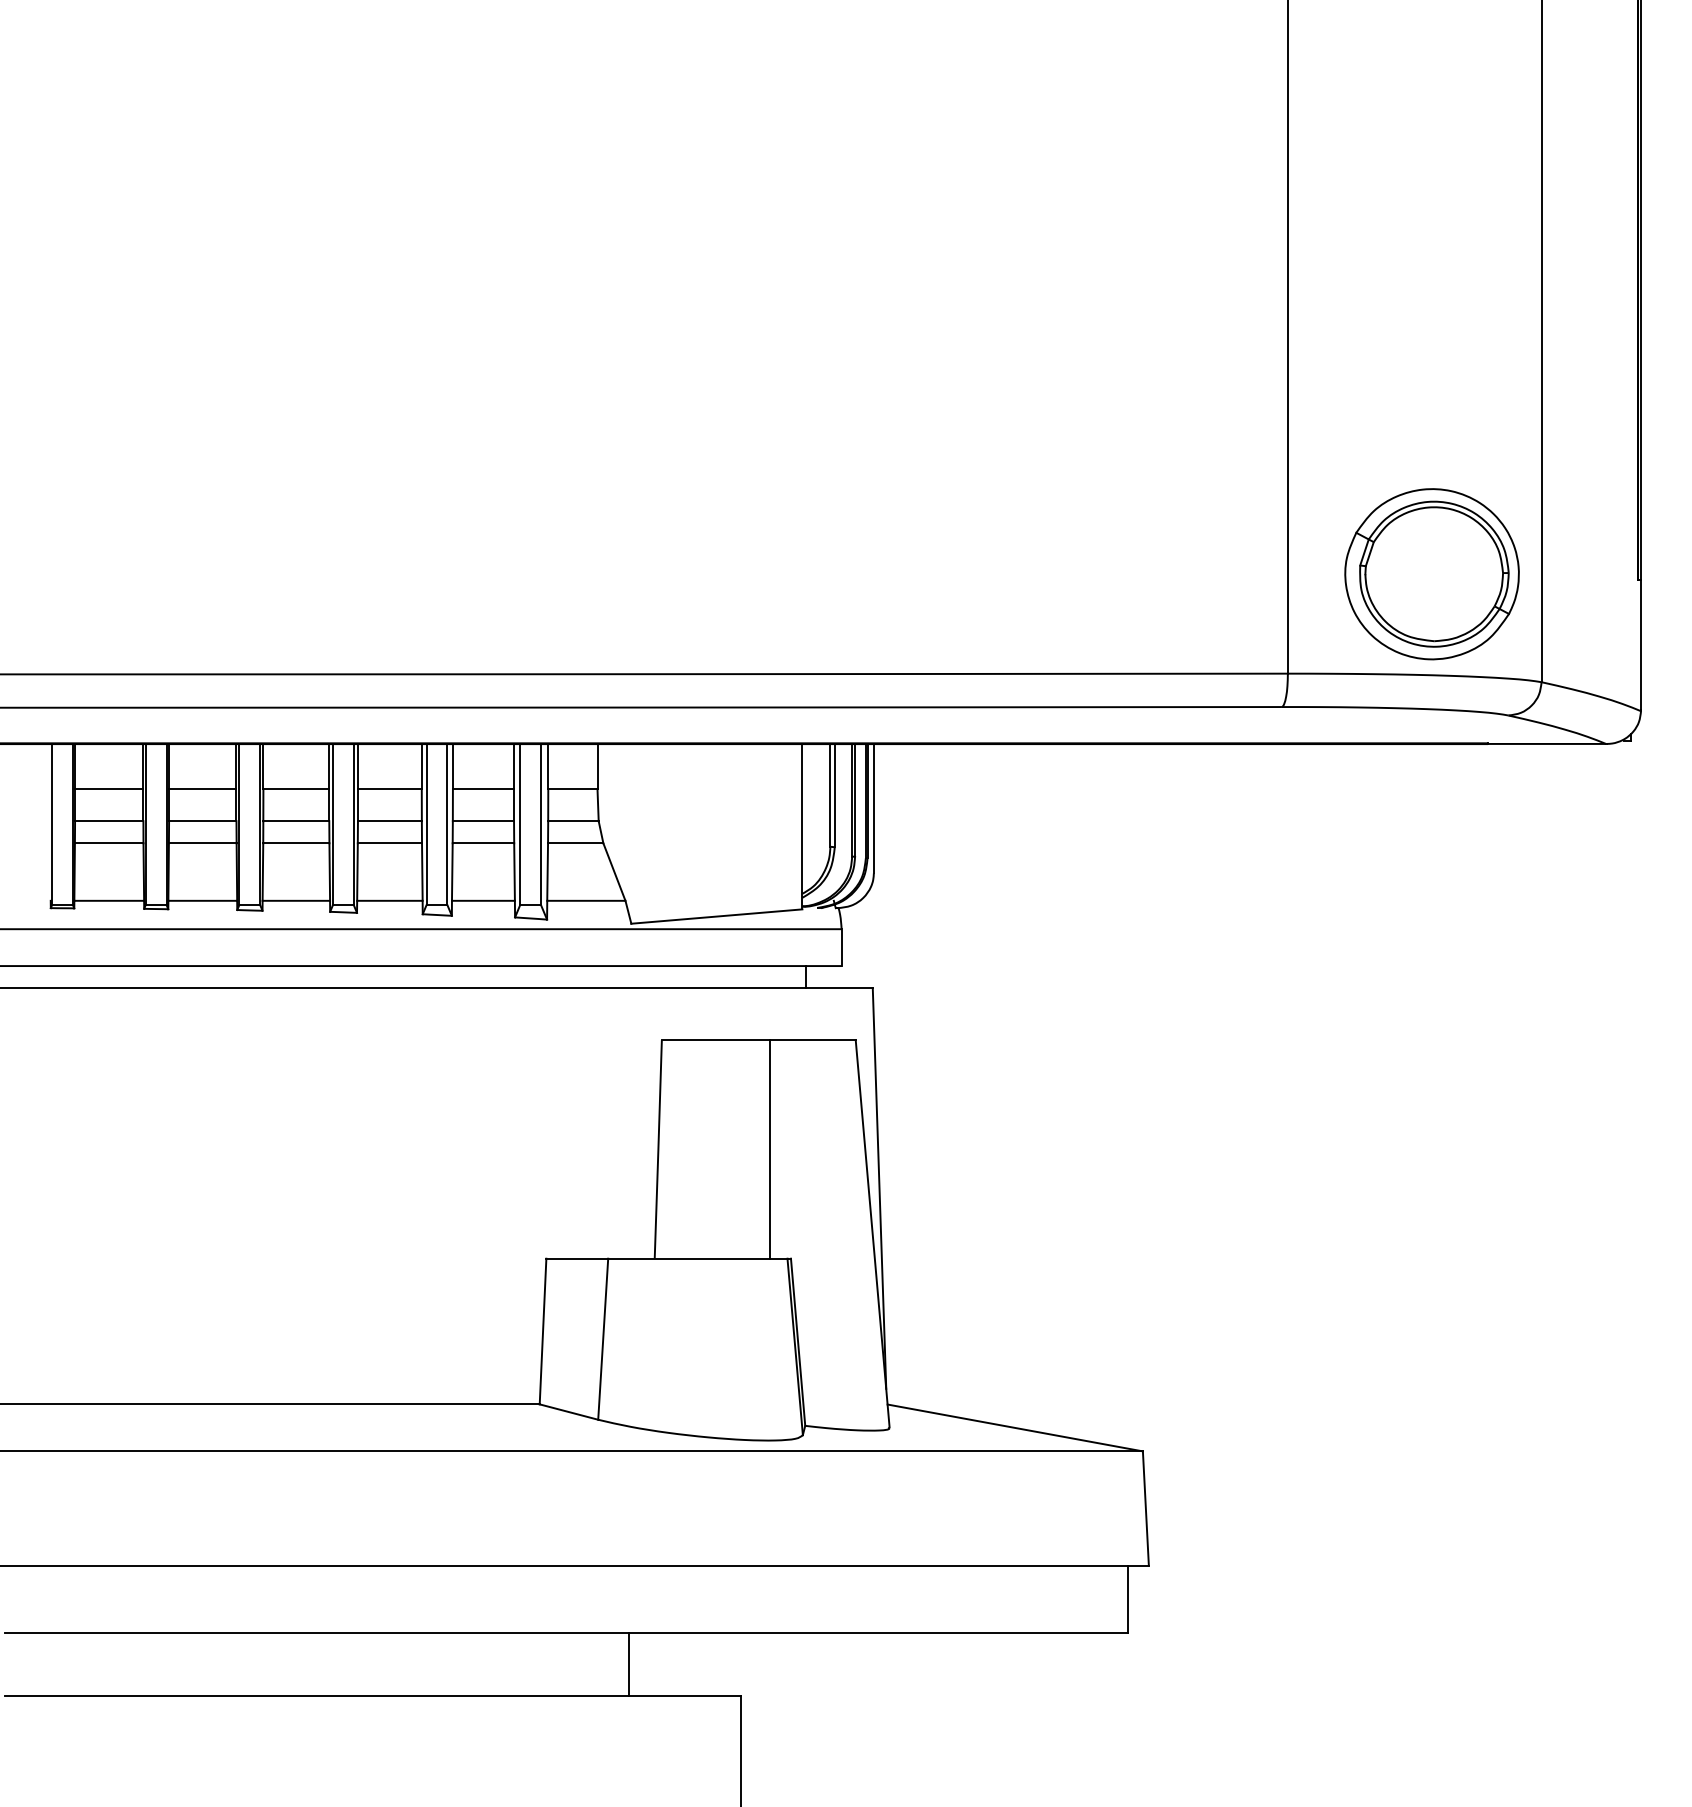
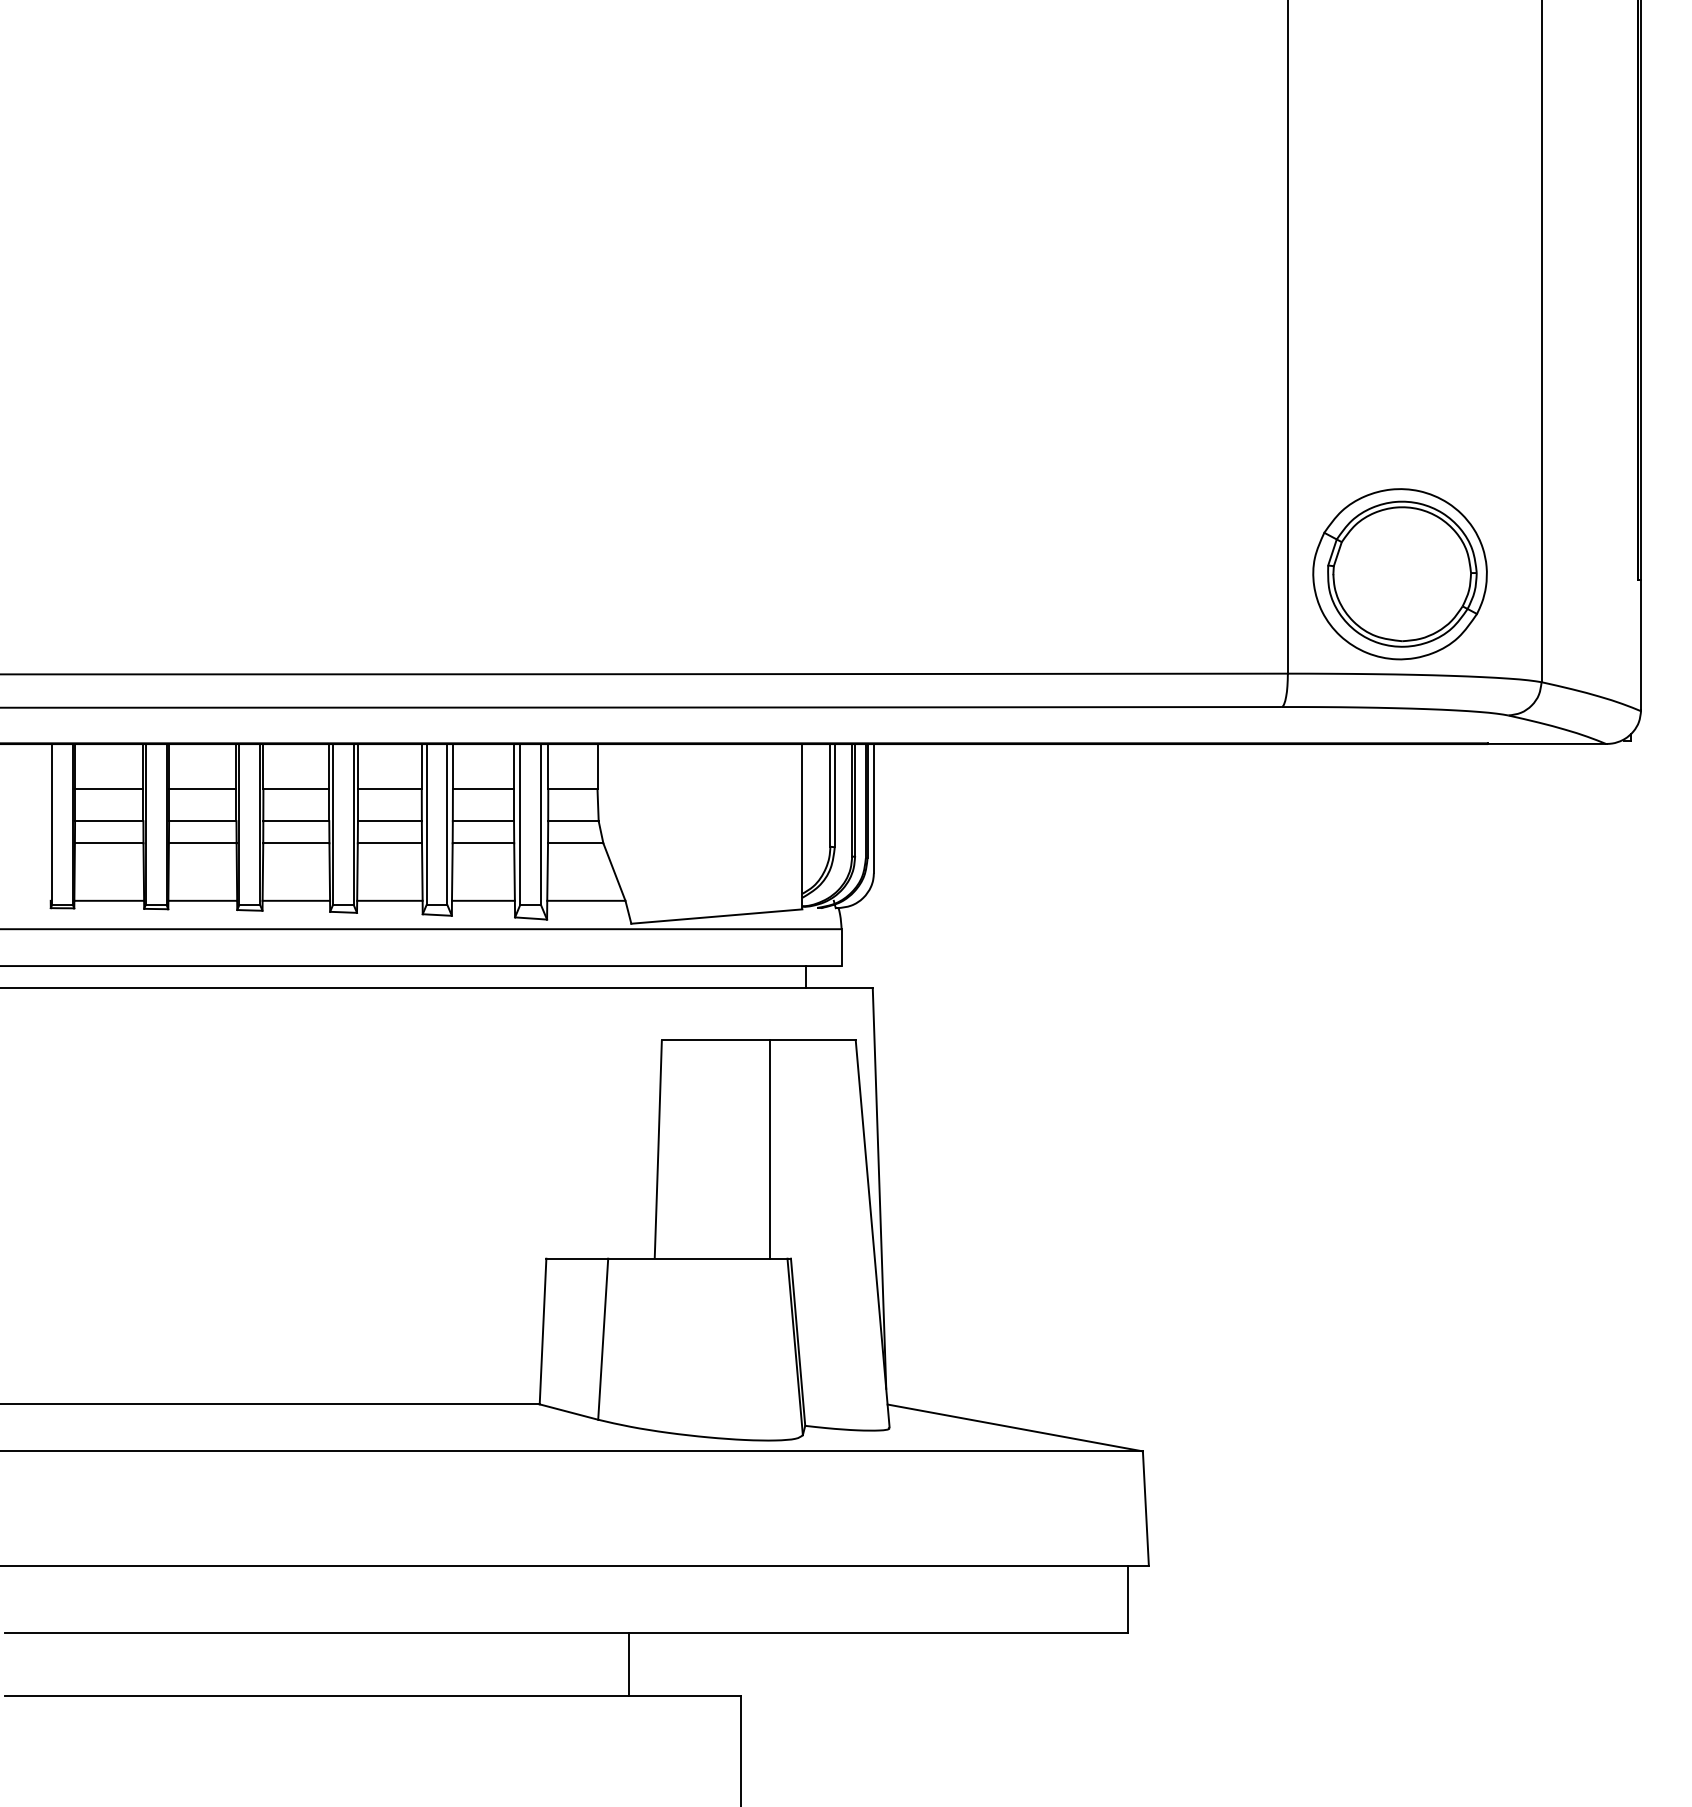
part at (1431, 574) position: (1431, 574) -> (1399, 574)
